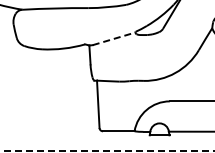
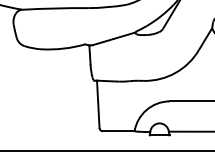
line at (114, 38): dashed -> solid
line at (107, 150): dashed -> solid
